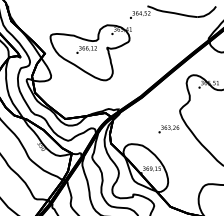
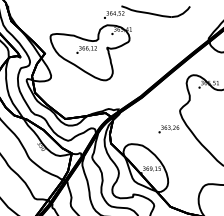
part at (173, 11) position: (173, 11) -> (147, 11)
